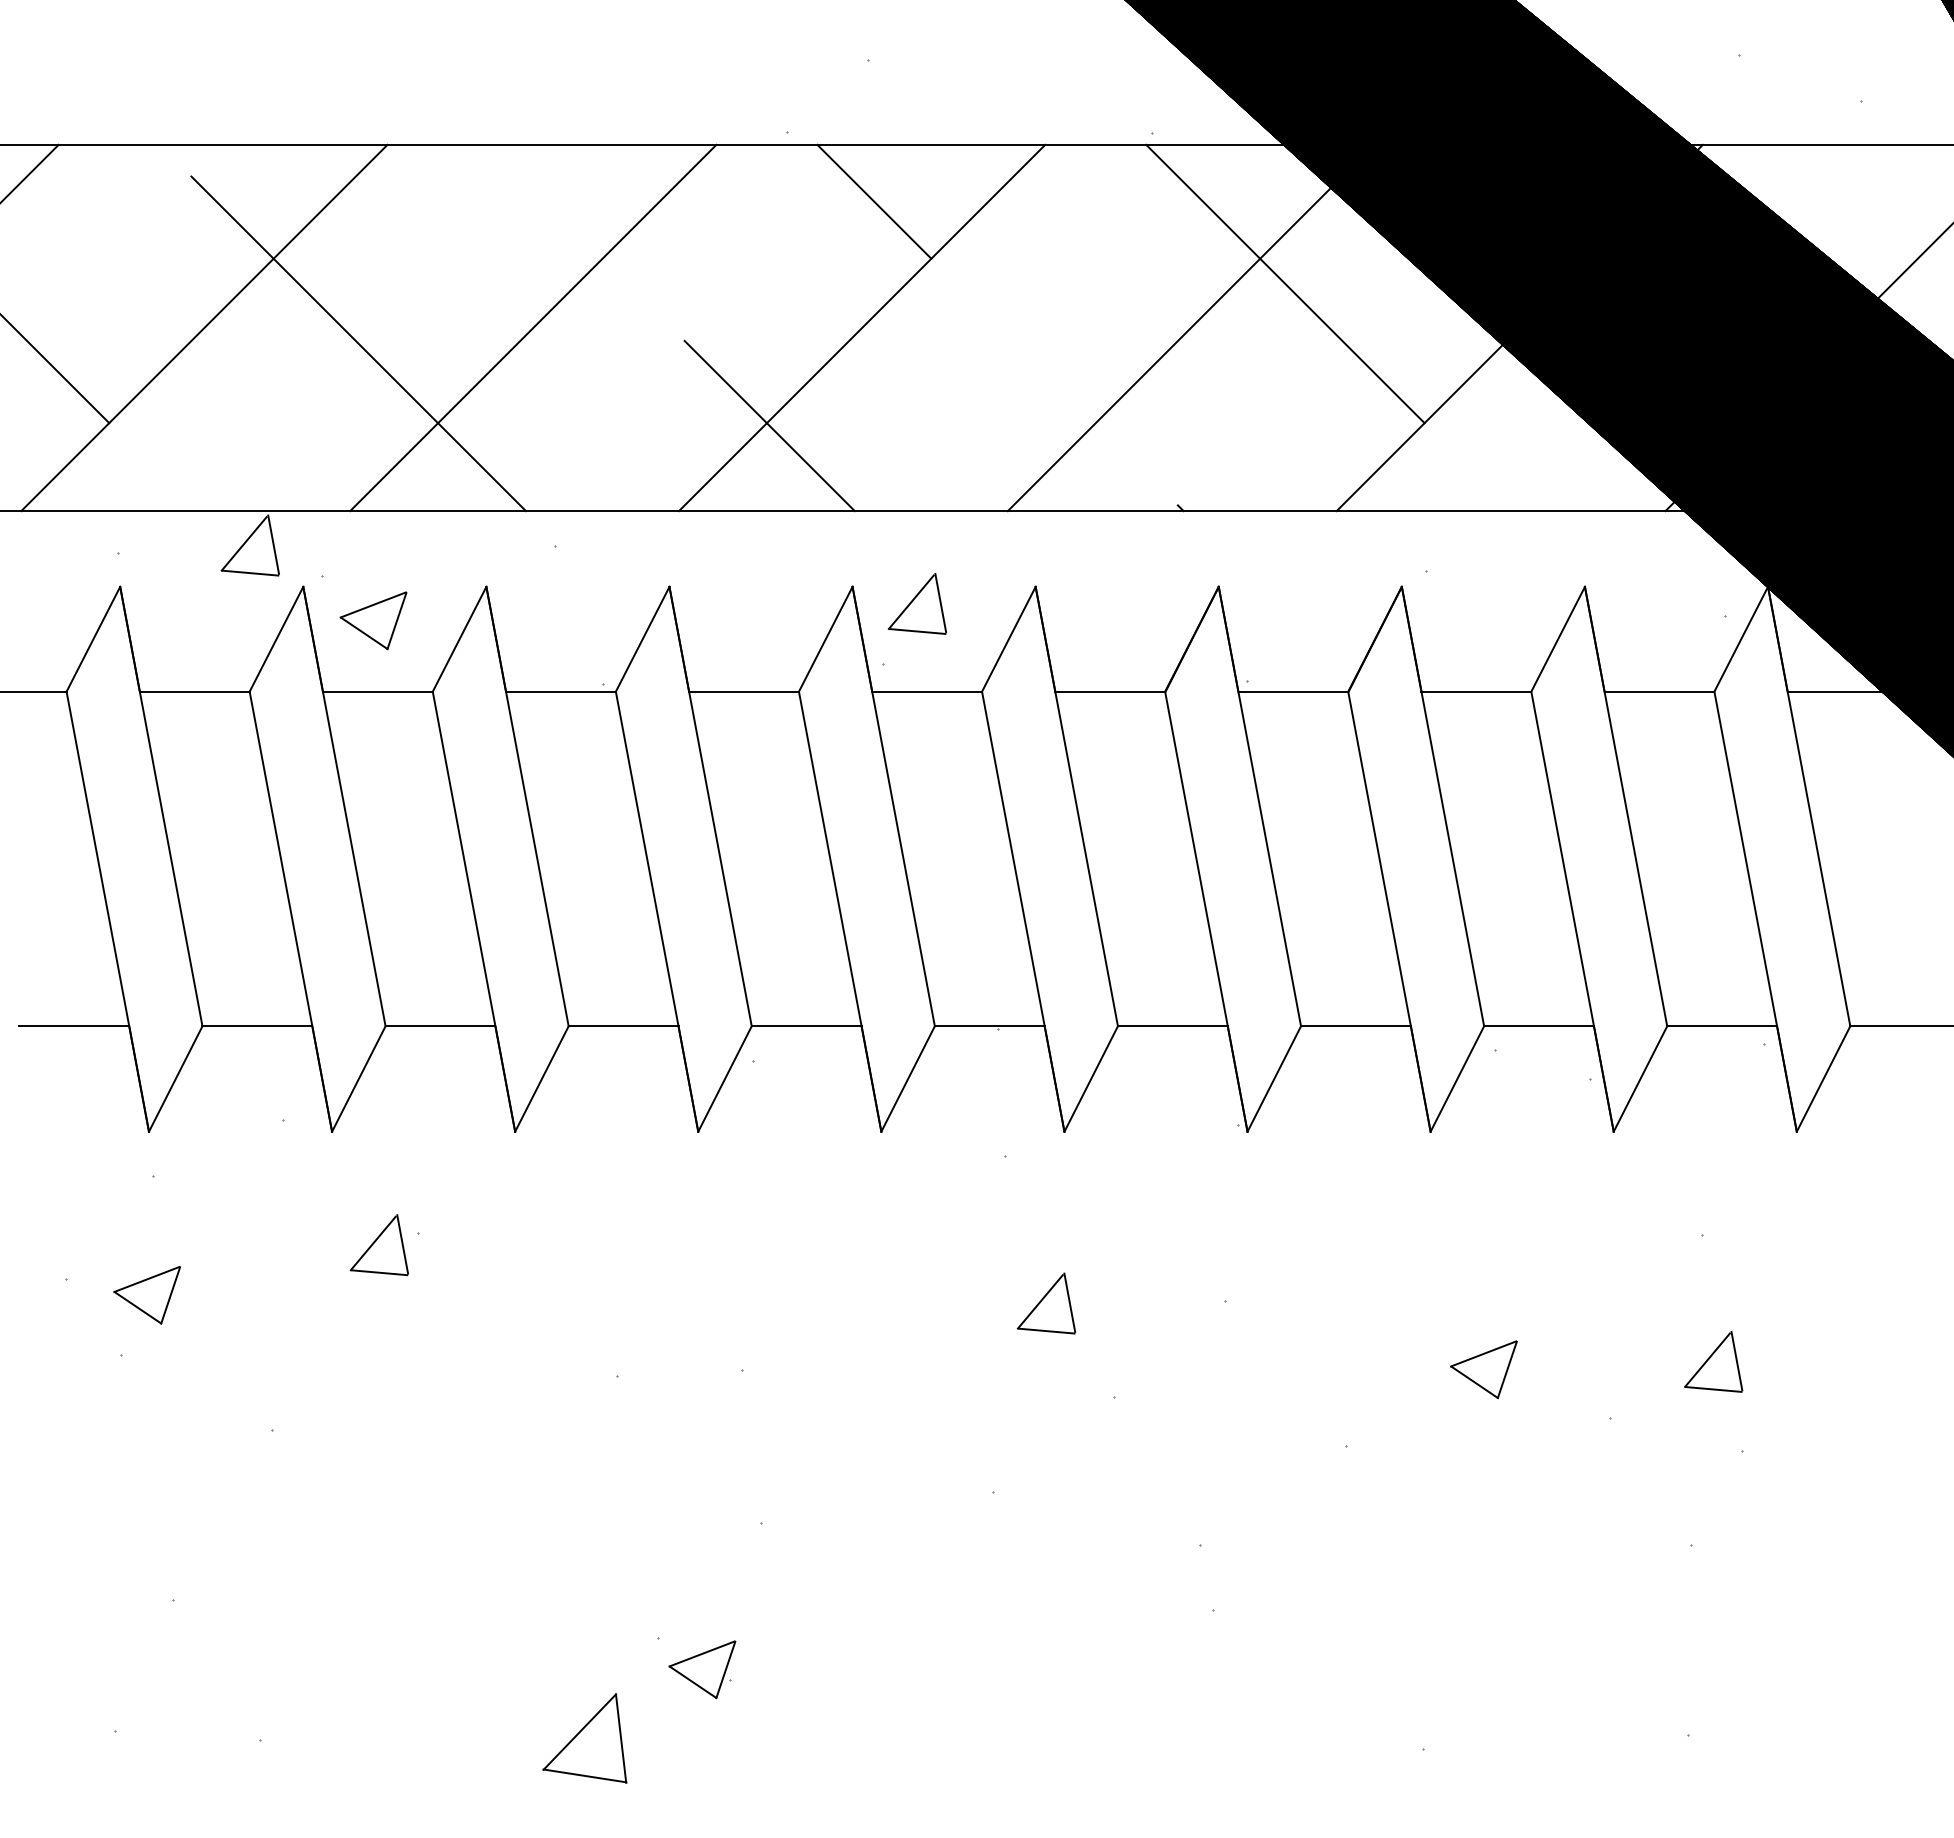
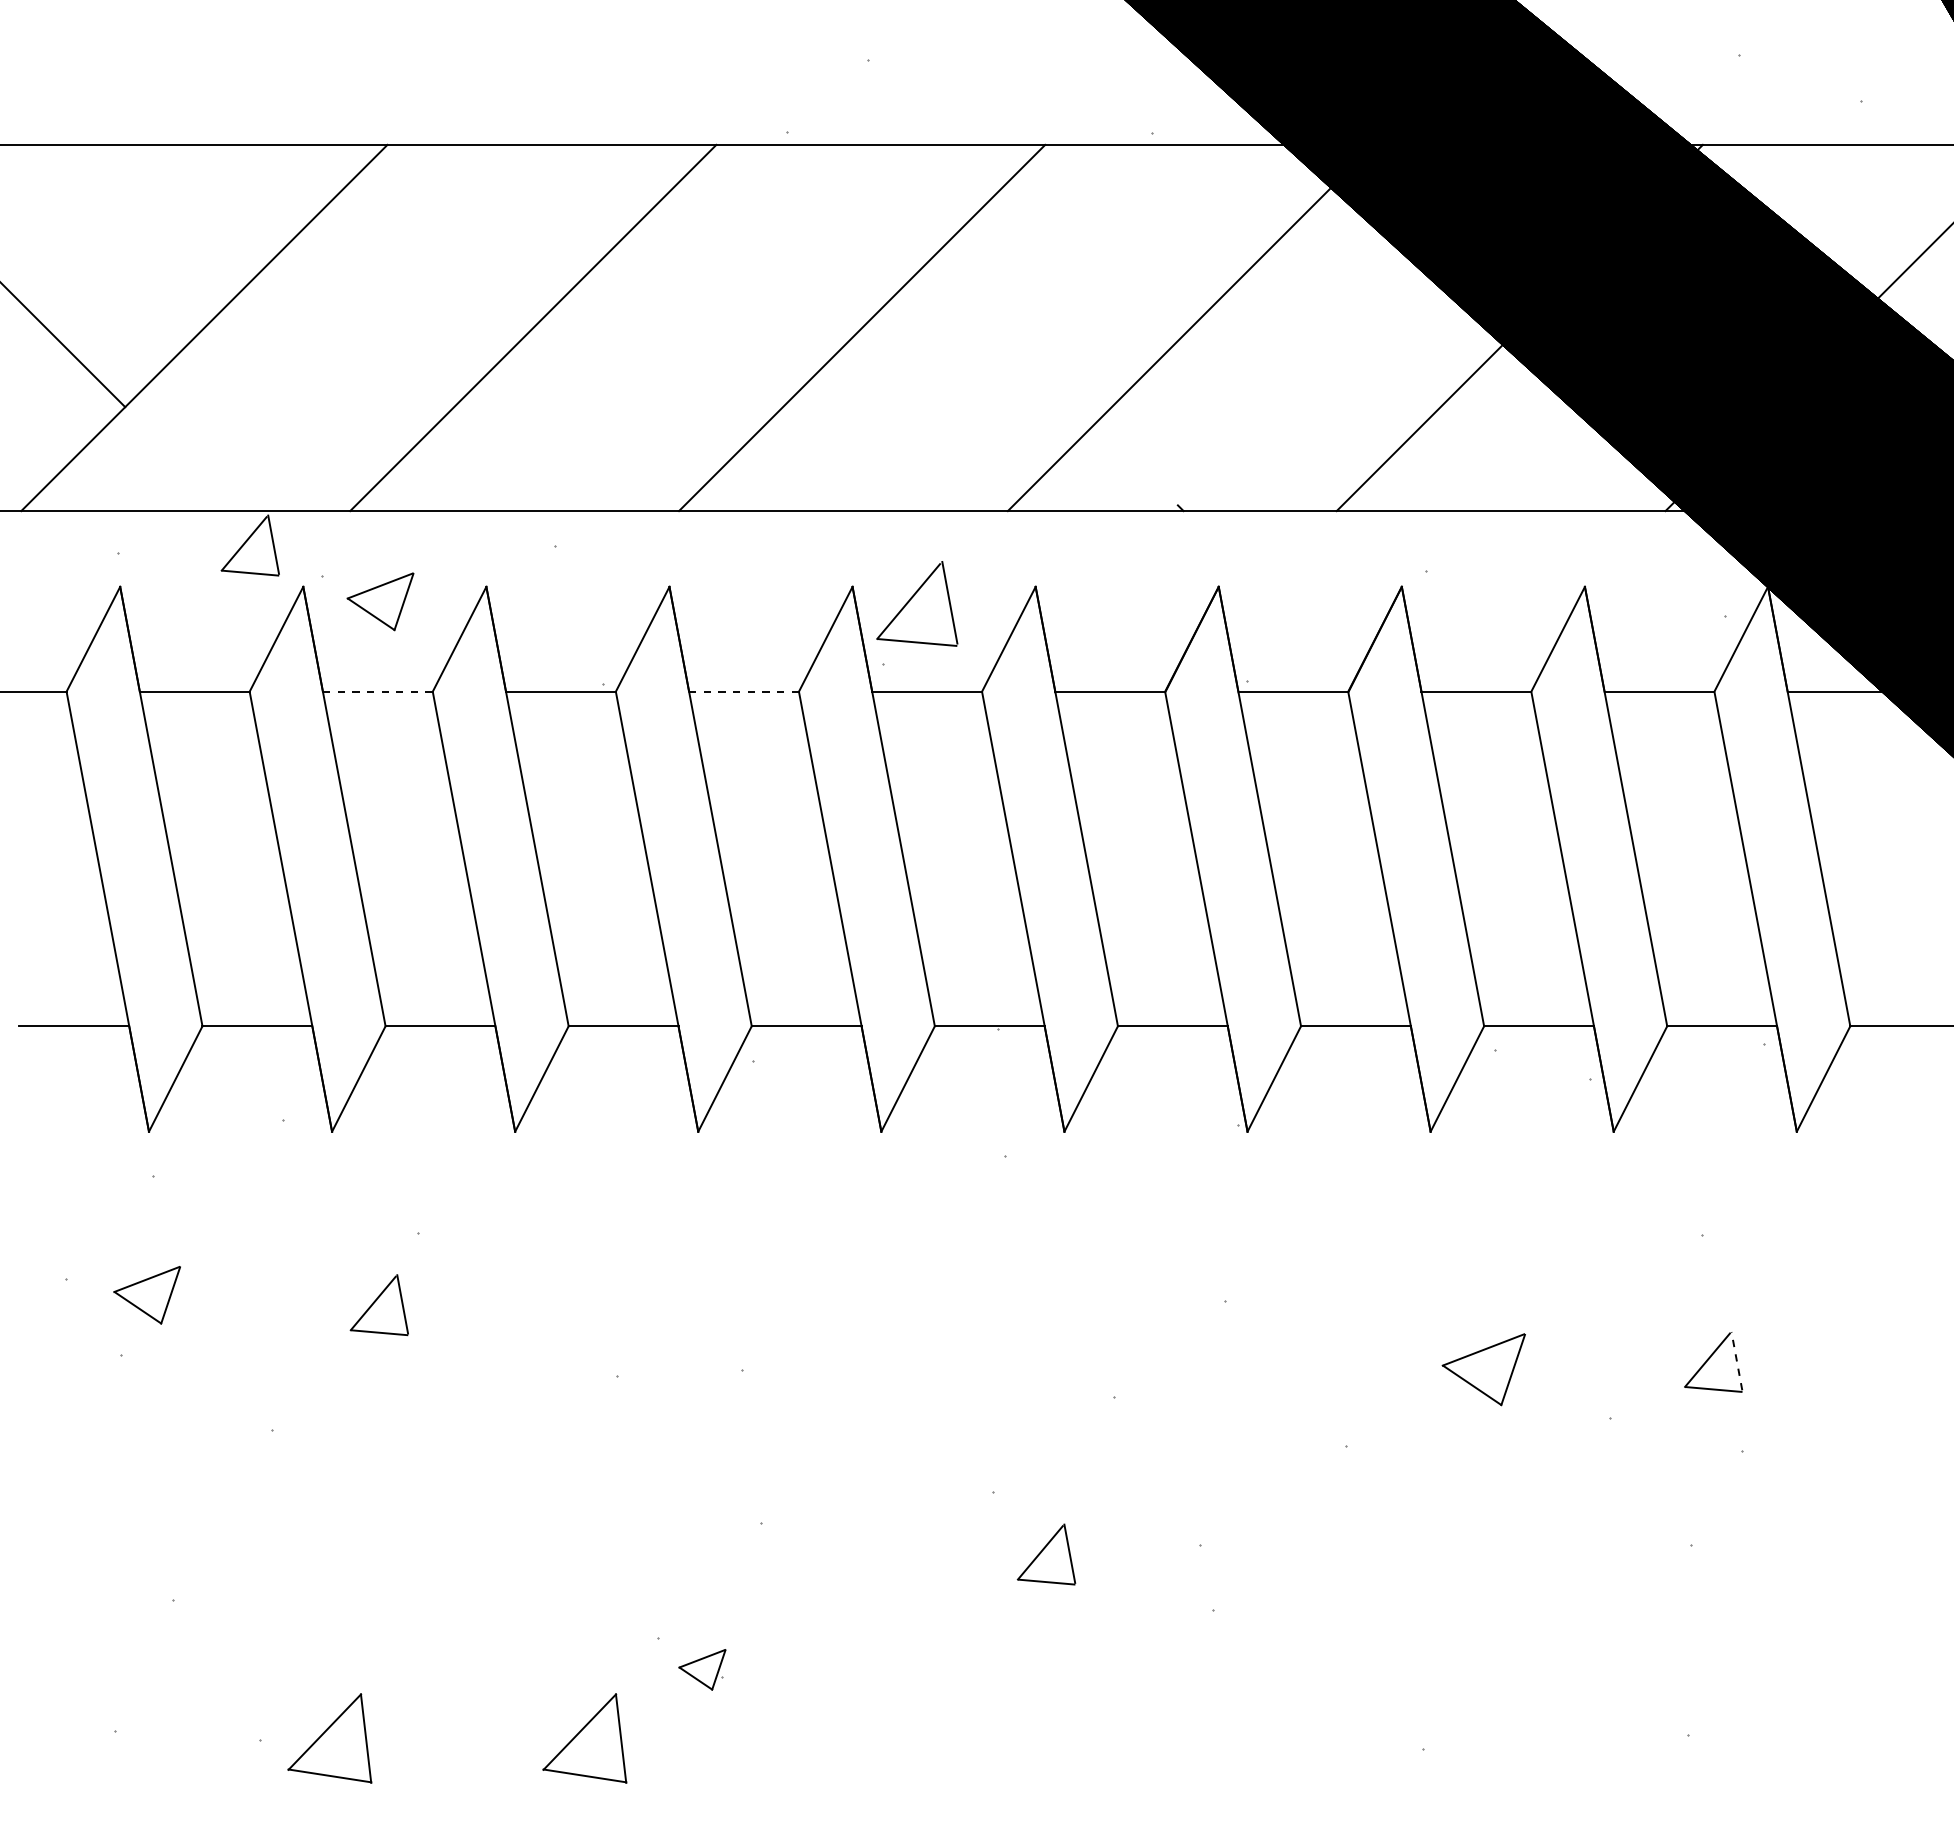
line at (30, 172): present -> none
line at (874, 201): present -> none
line at (1285, 283): present -> none
line at (358, 343): present -> none
line at (55, 369) position: (55, 369) -> (63, 345)
line at (769, 425): present -> none
part at (917, 603) size: 60x62 px -> 83x86 px
part at (373, 620) position: (373, 620) -> (380, 601)
line at (377, 691): solid -> dashed
line at (744, 691): solid -> dashed
part at (378, 1245) position: (378, 1245) -> (378, 1305)
part at (1046, 1303) position: (1046, 1303) -> (1046, 1554)
line at (1736, 1361): solid -> dashed
part at (1483, 1369) size: 68x60 px -> 85x74 px
part at (702, 1669) size: 69x60 px -> 49x42 px
part at (329, 1738): none -> present
